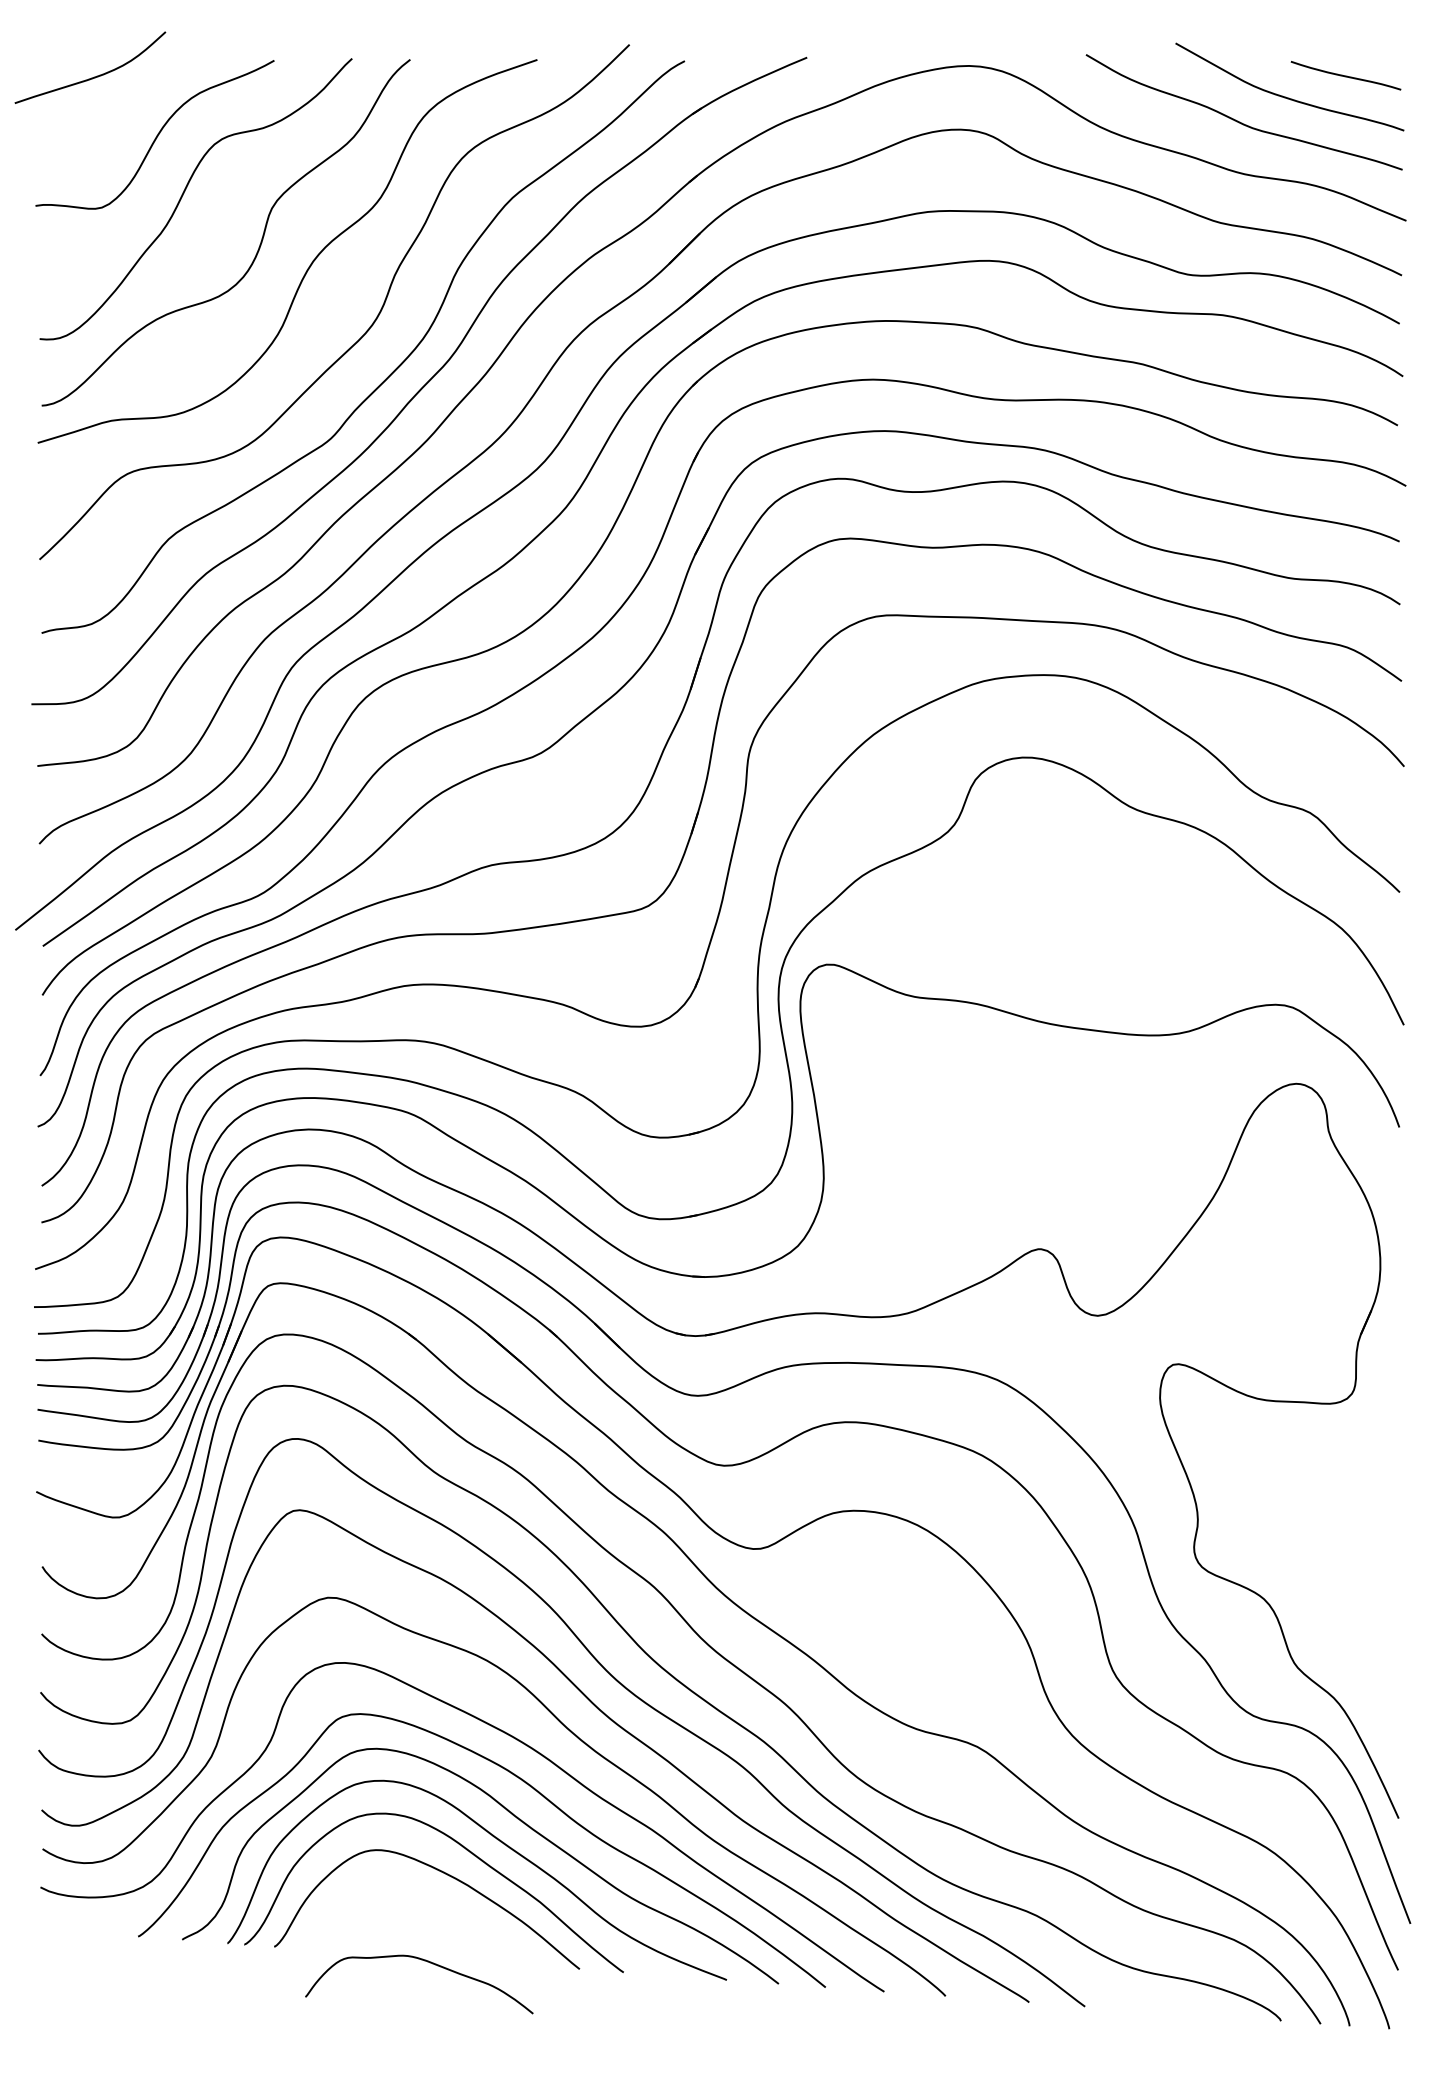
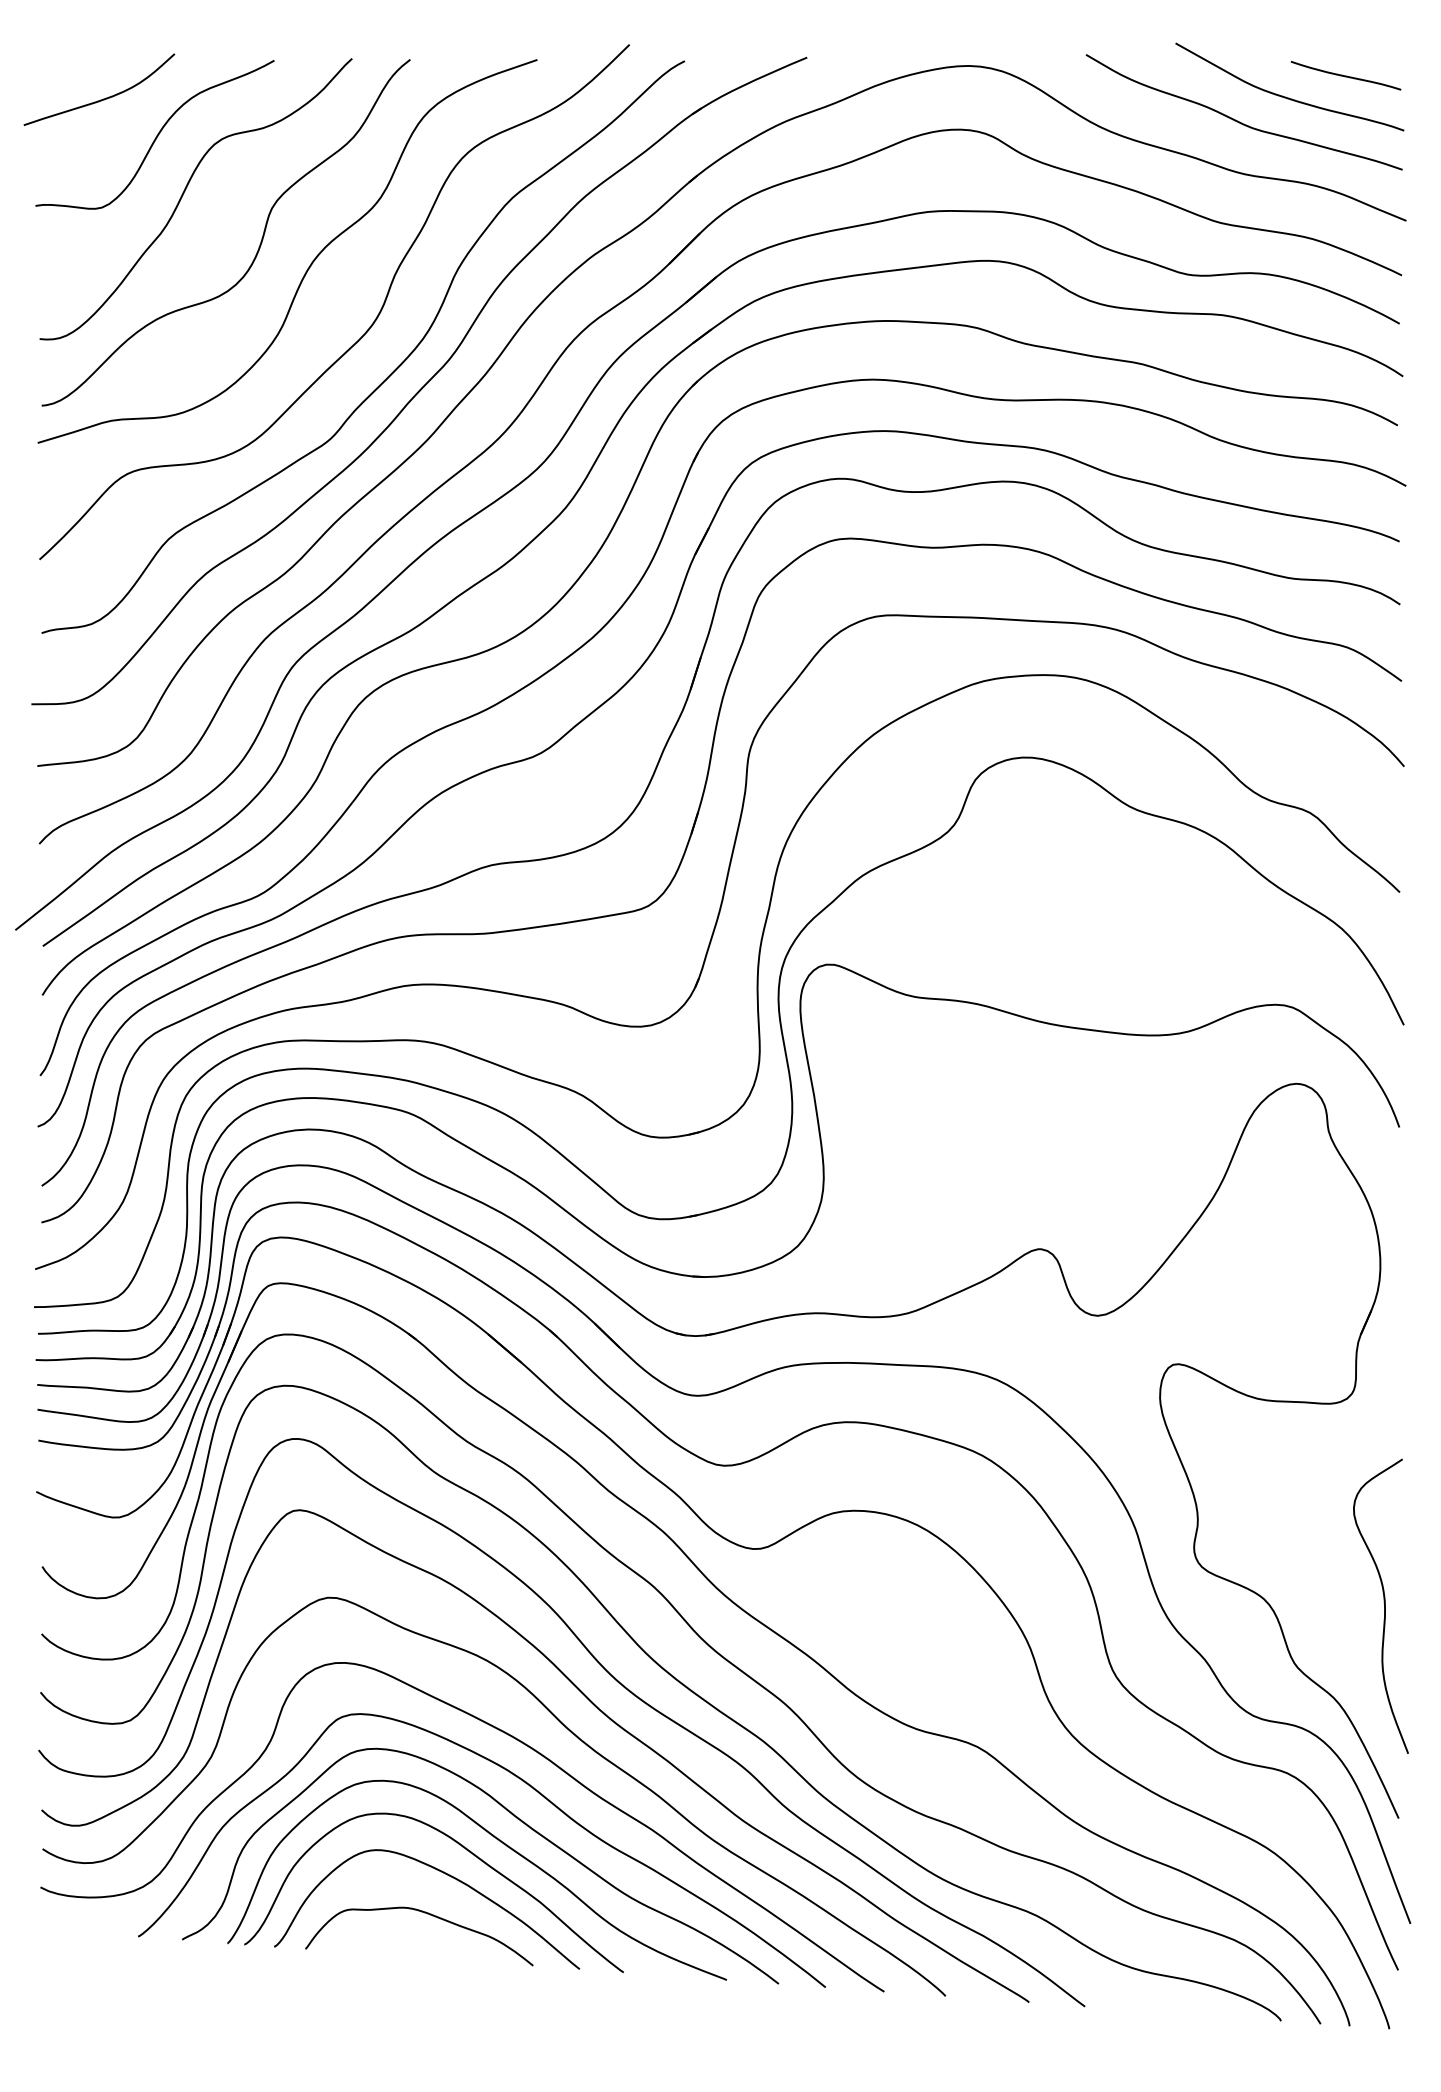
curve at (94, 76) position: (94, 76) -> (103, 98)
curve at (1384, 1605): none -> present
curve at (427, 1962) position: (427, 1962) -> (427, 1914)
